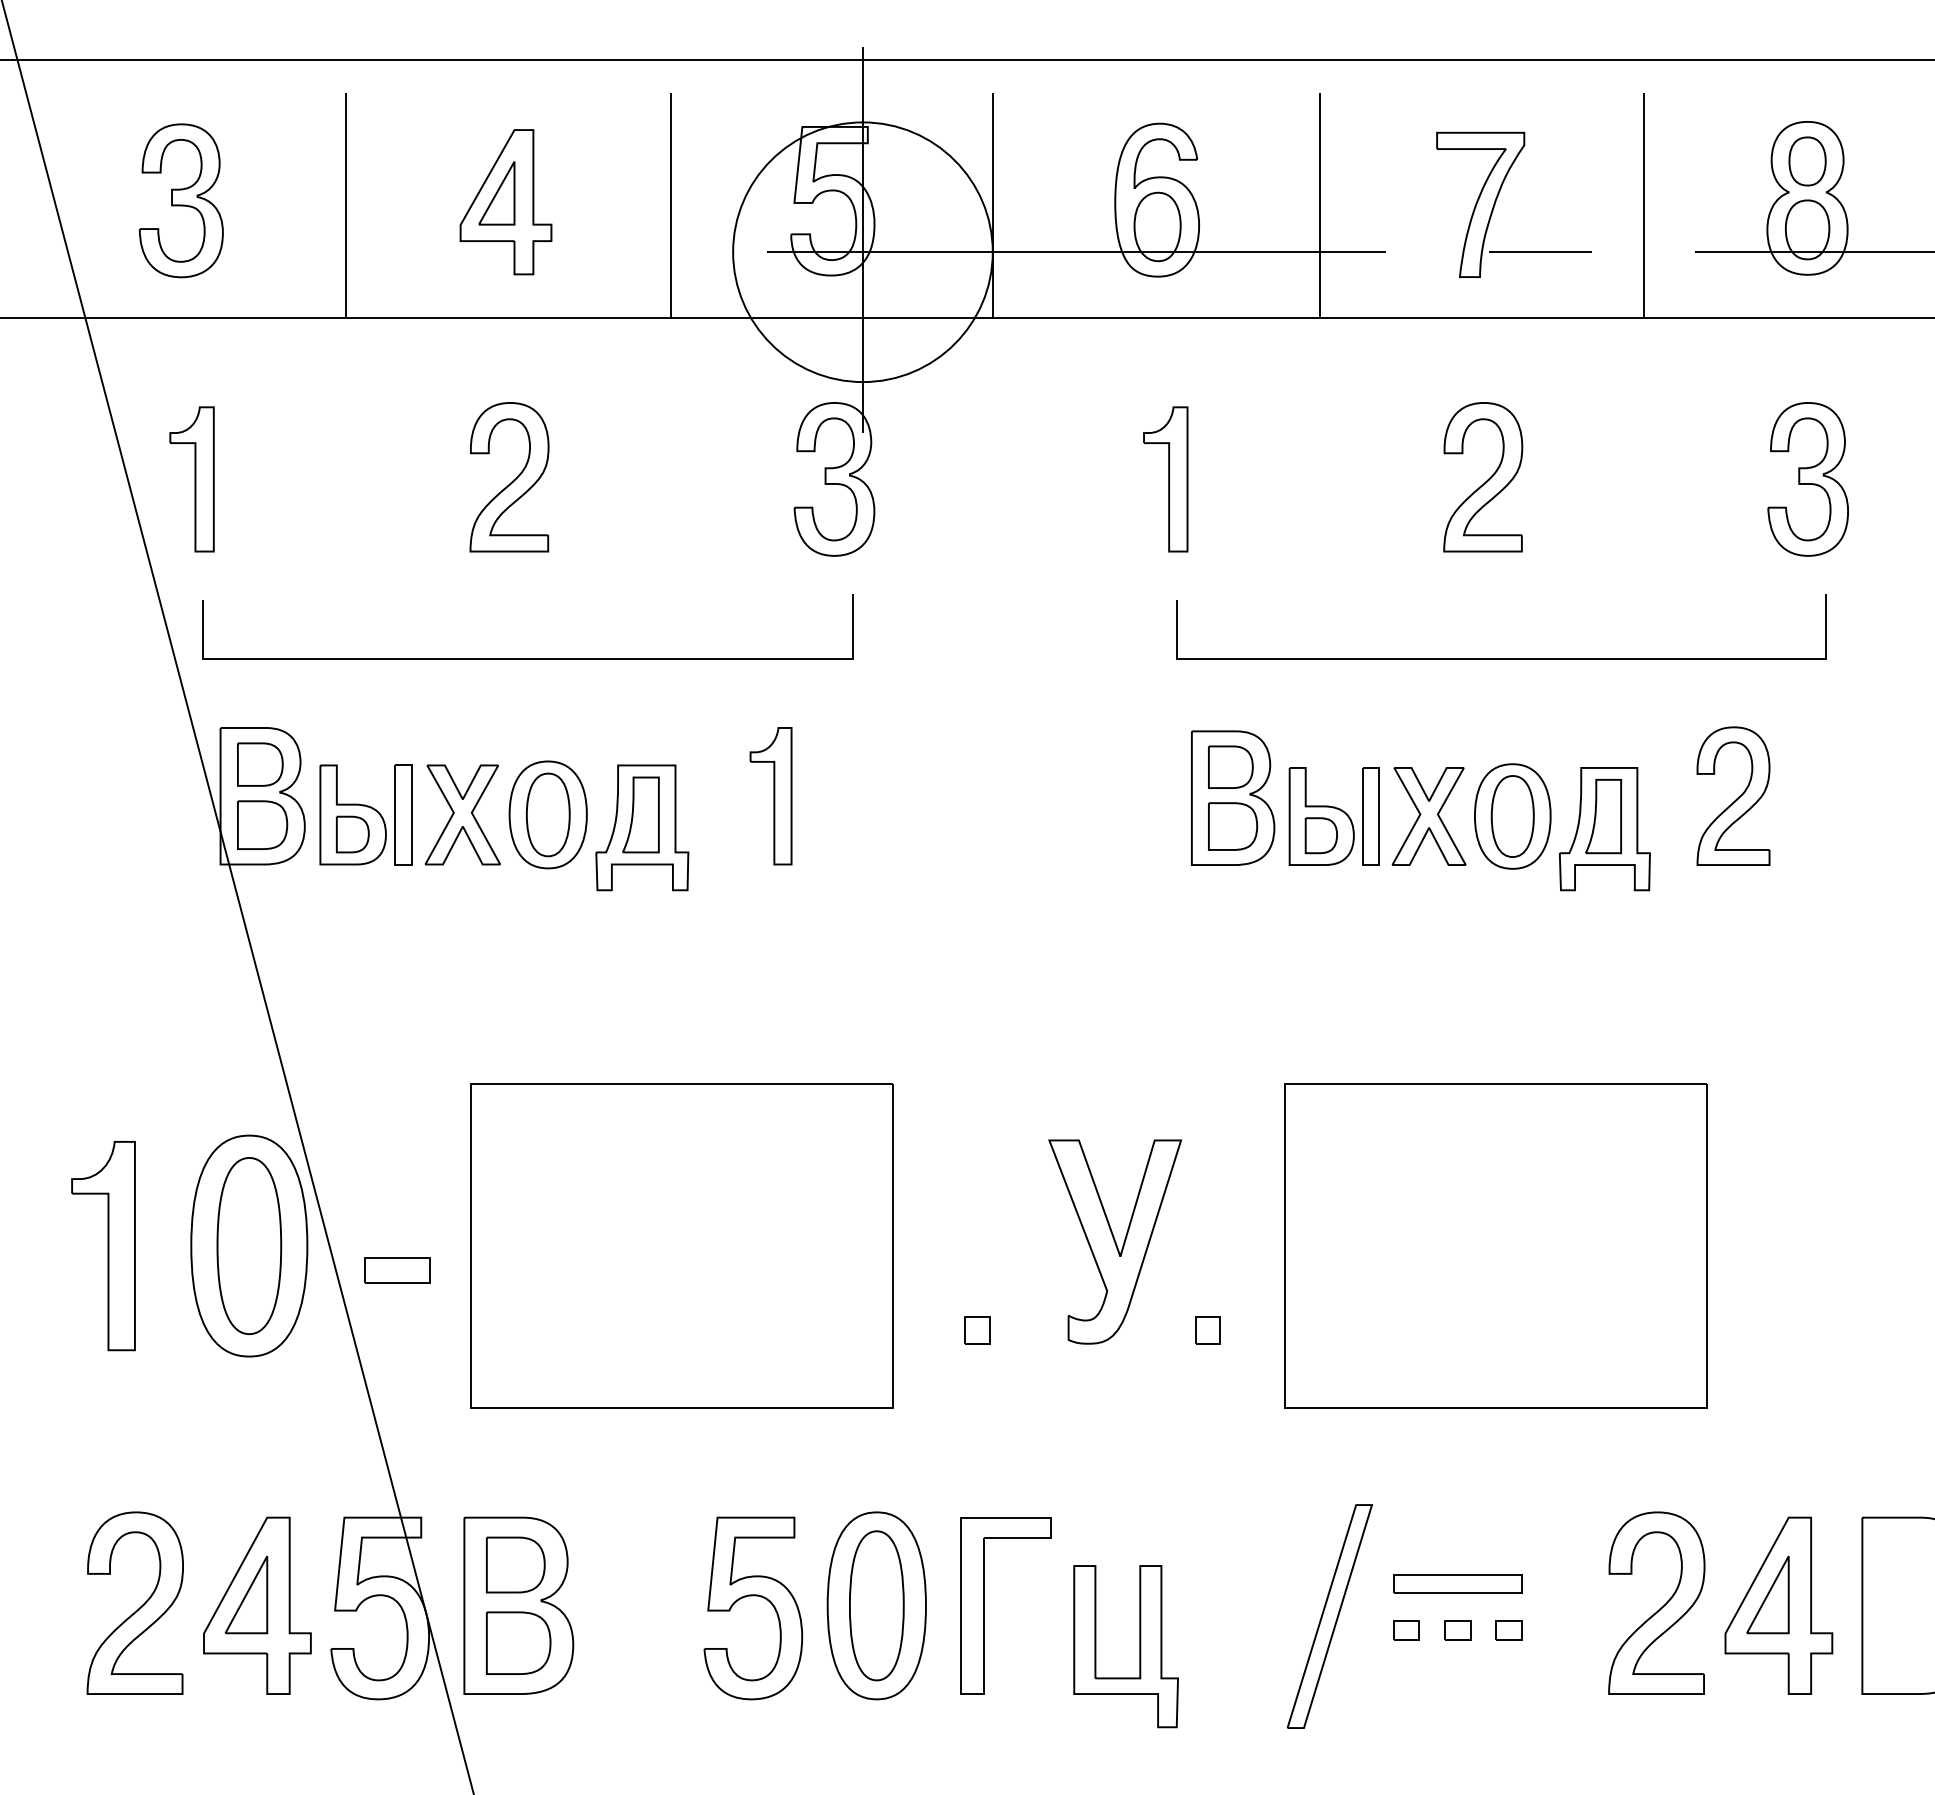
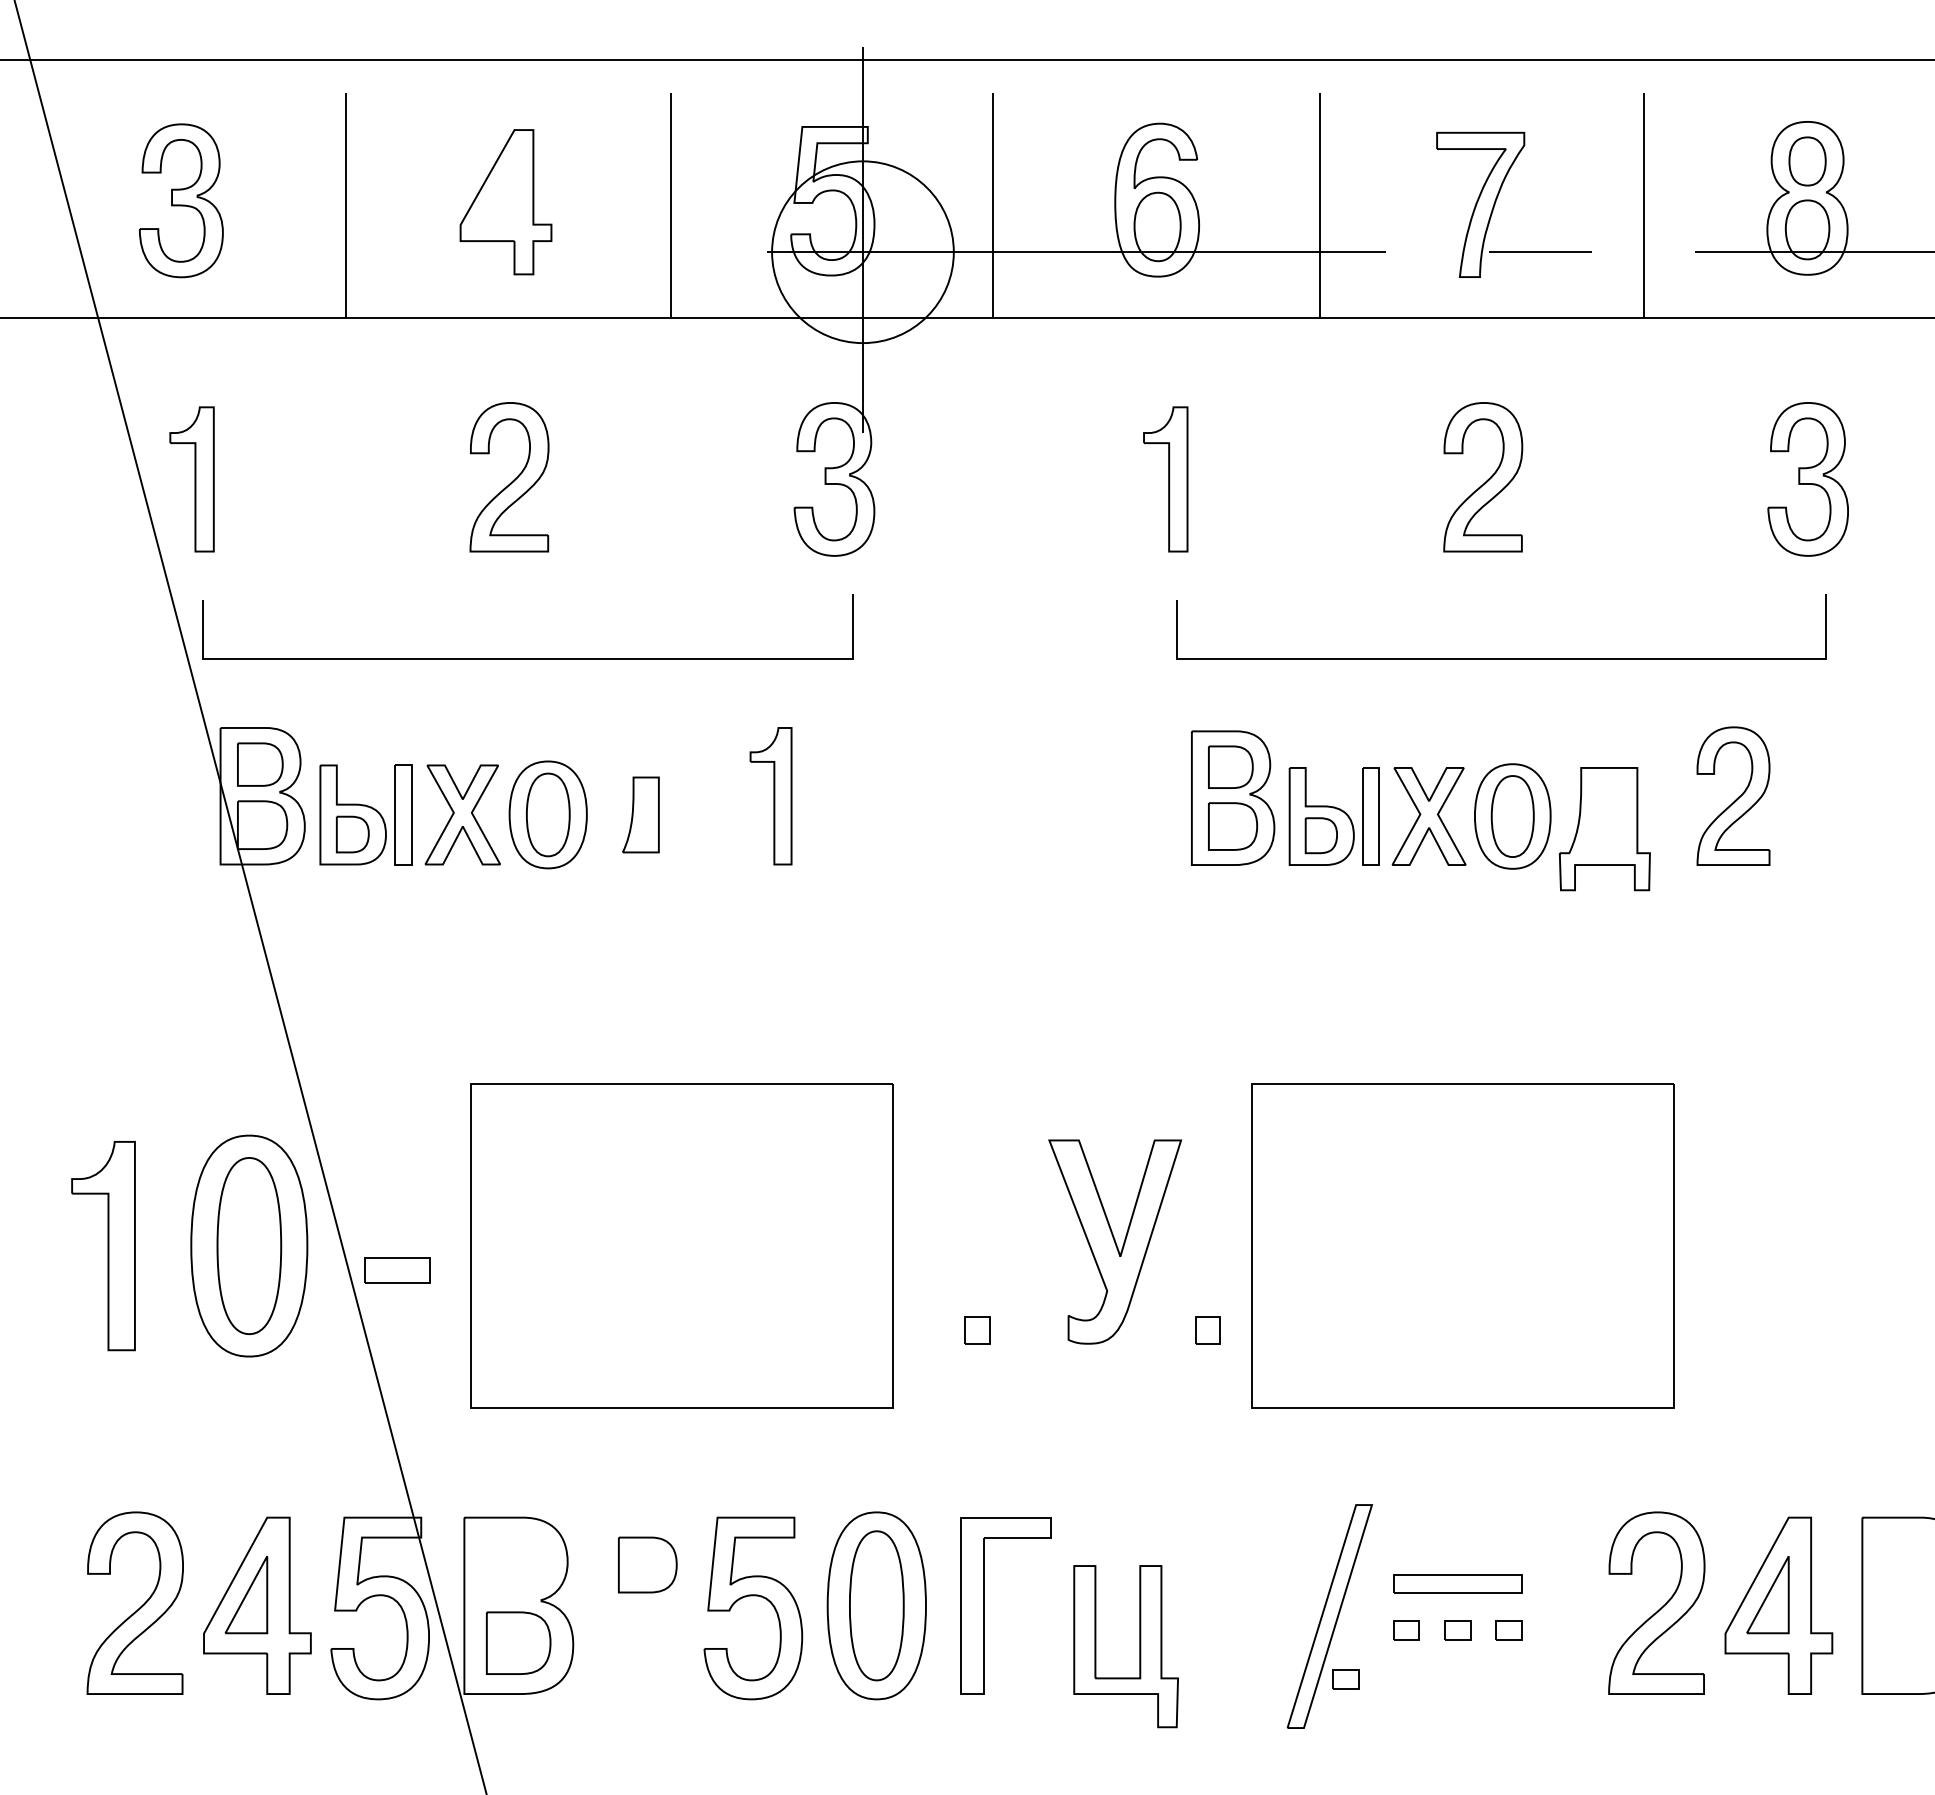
part at (496, 193): present -> none
circle at (862, 252) diameter: 260 px -> 182 px
part at (1603, 816): present -> none
part at (642, 827): present -> none
line at (237, 896) position: (237, 896) -> (250, 896)
part at (1495, 1245) position: (1495, 1245) -> (1462, 1245)
part at (515, 1564) position: (515, 1564) -> (647, 1564)
part at (1345, 1679): none -> present
